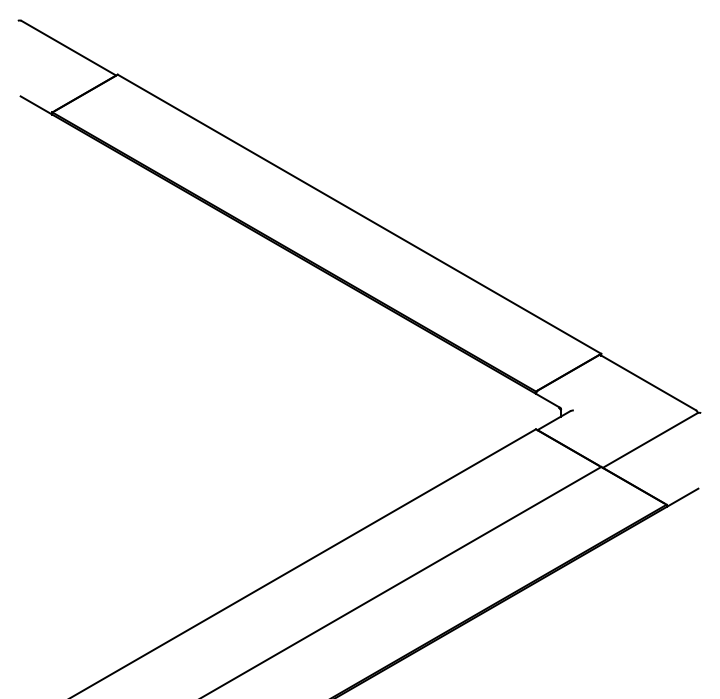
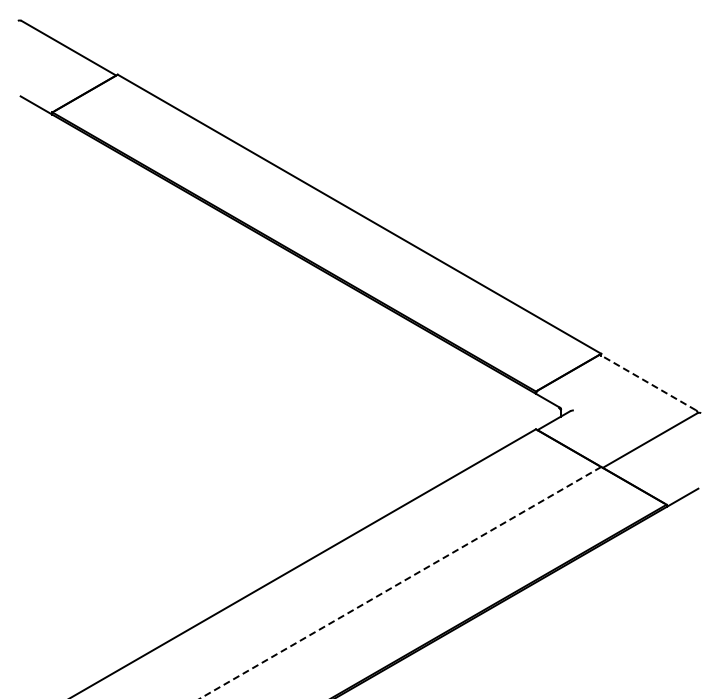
line at (647, 382): solid -> dashed
line at (400, 582): solid -> dashed
